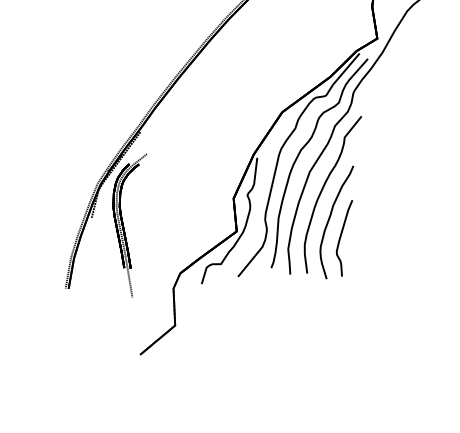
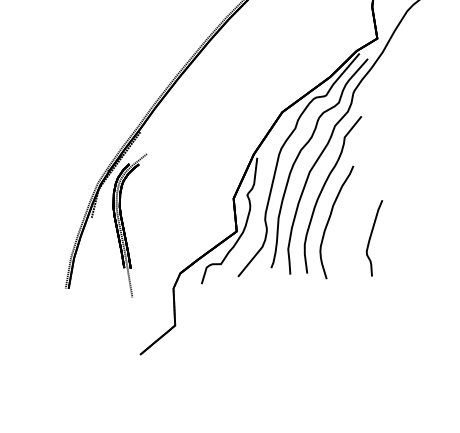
part at (344, 238) position: (344, 238) -> (374, 238)
